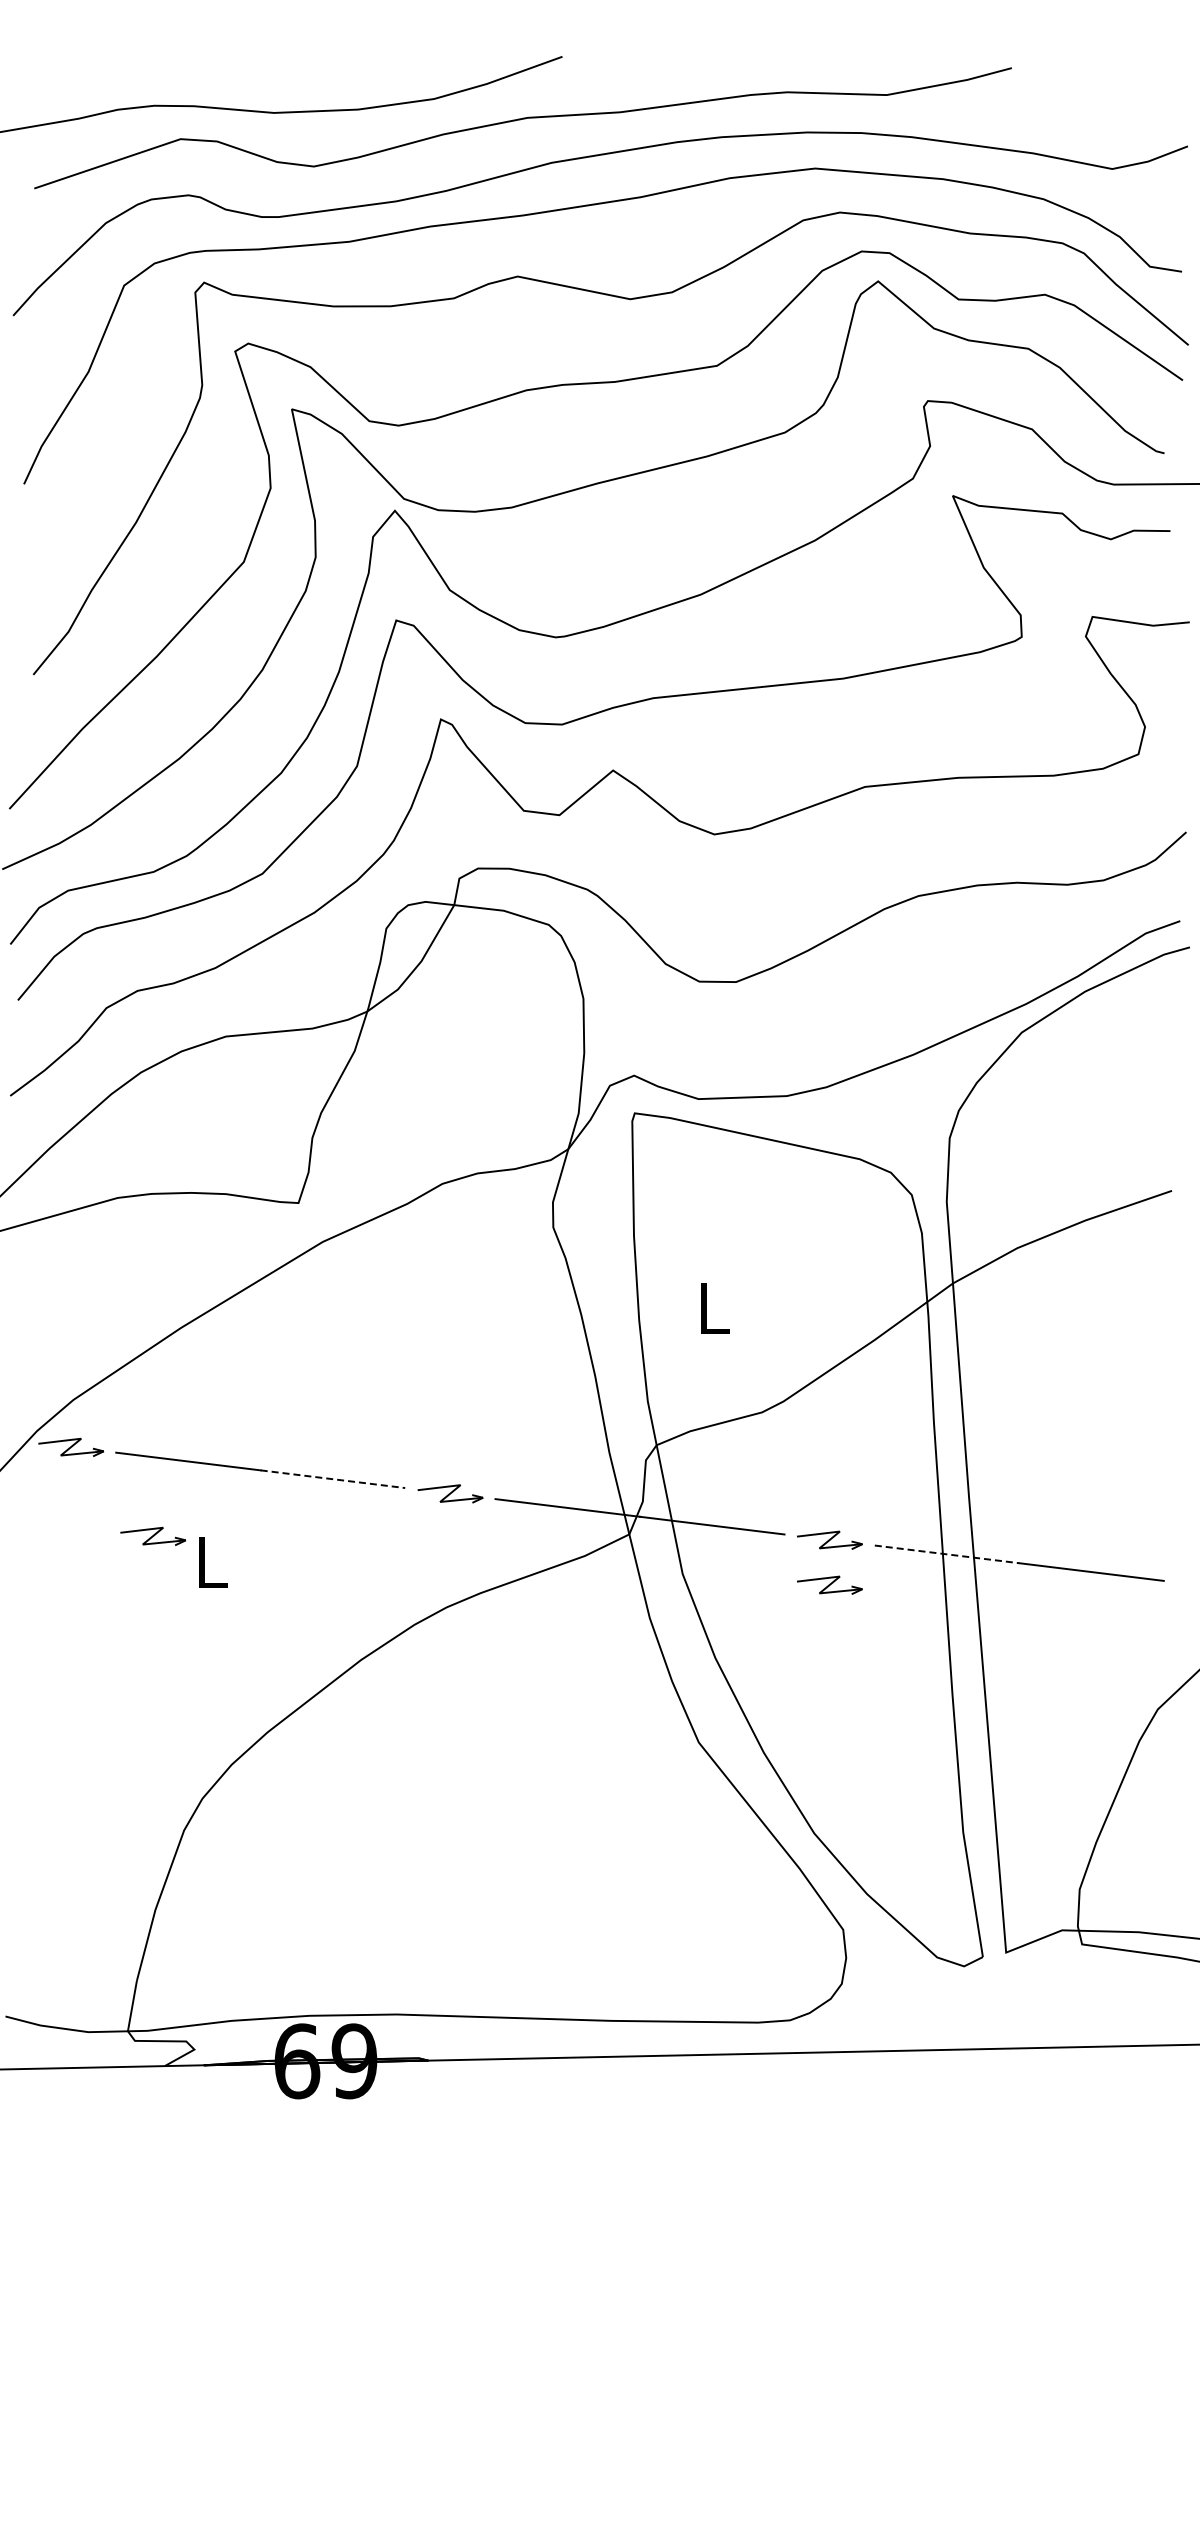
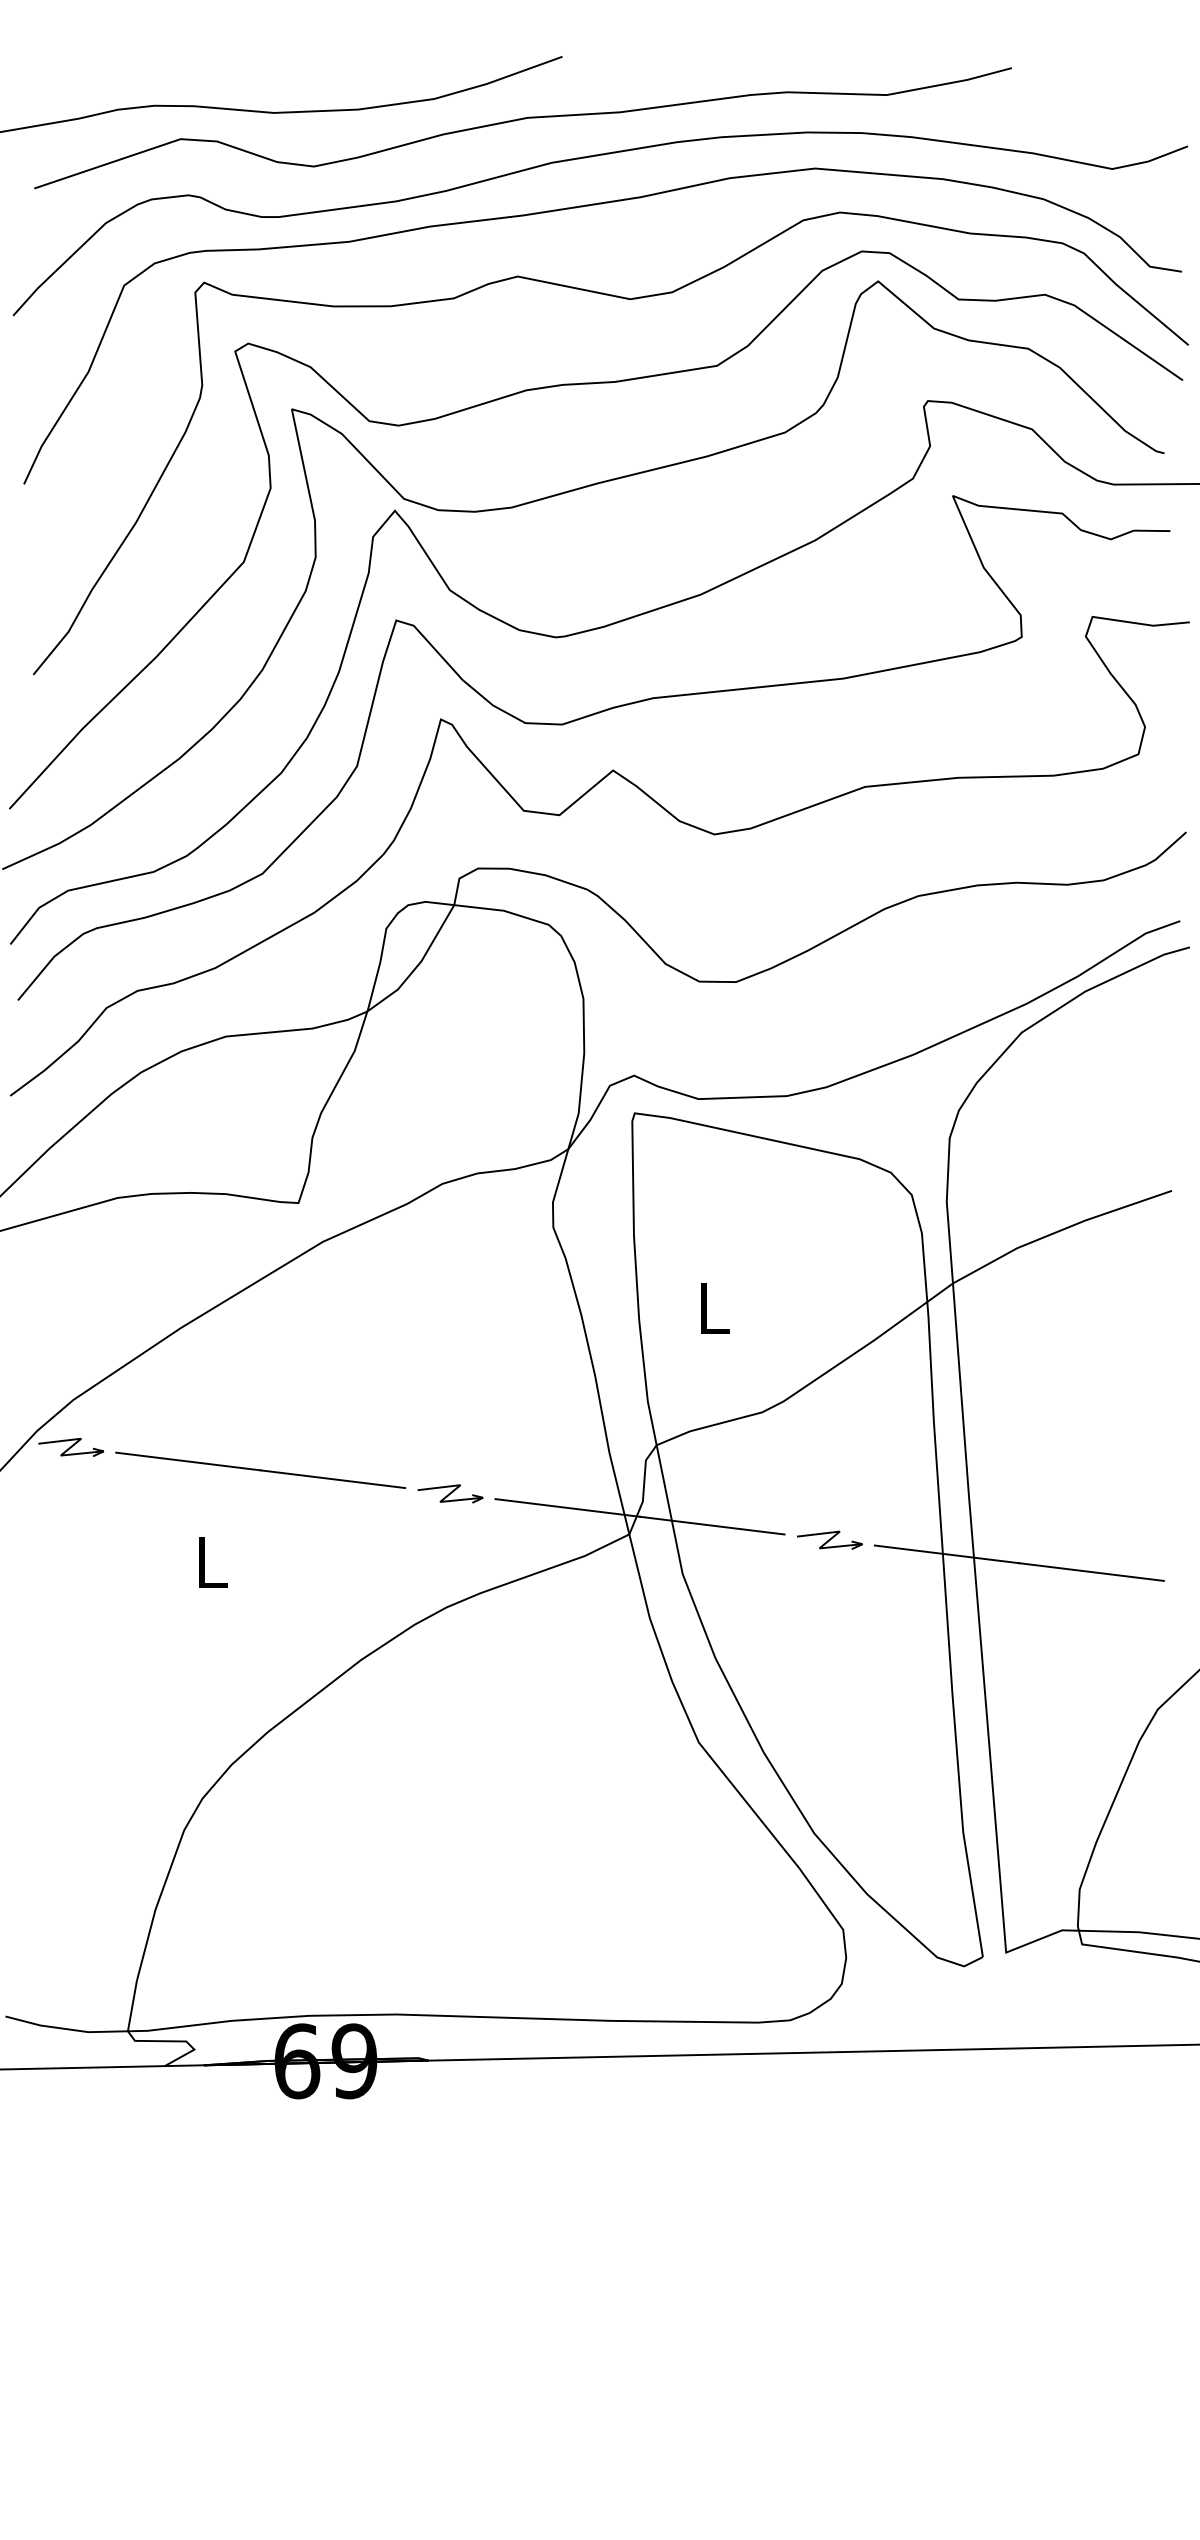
line at (332, 1479): dashed -> solid
part at (152, 1535): present -> none
line at (947, 1554): dashed -> solid
part at (829, 1584): present -> none
